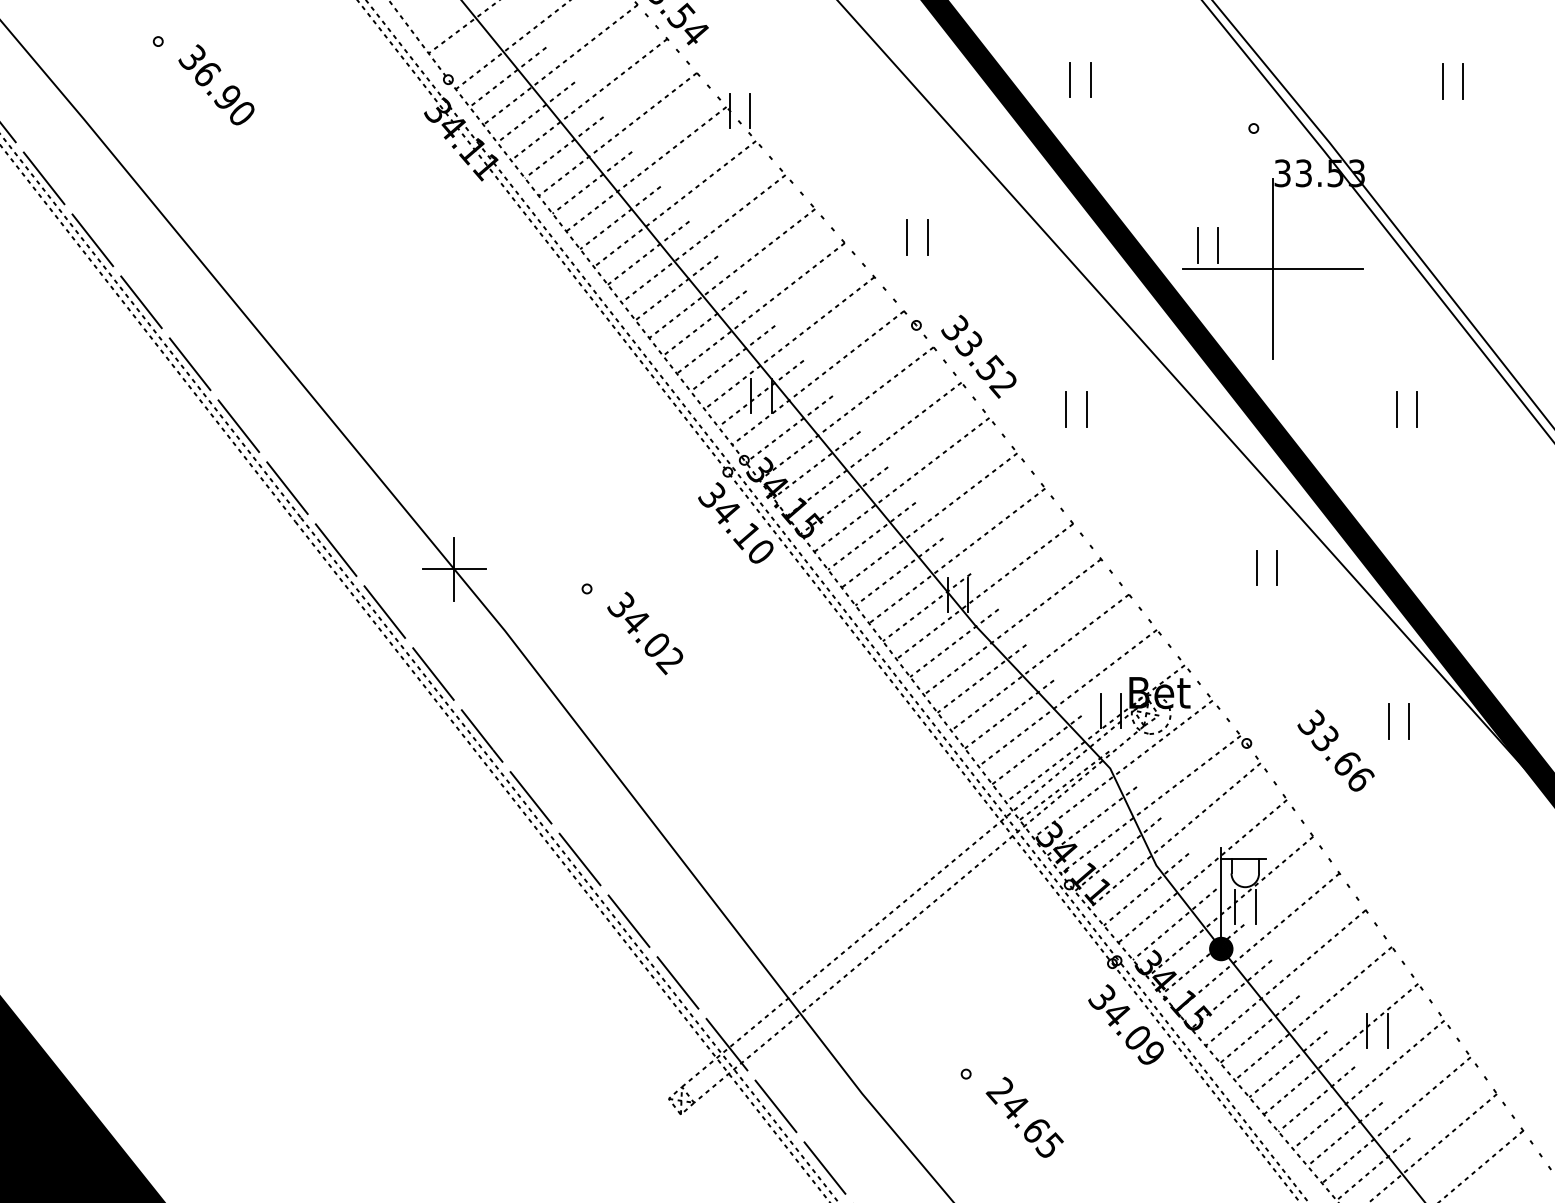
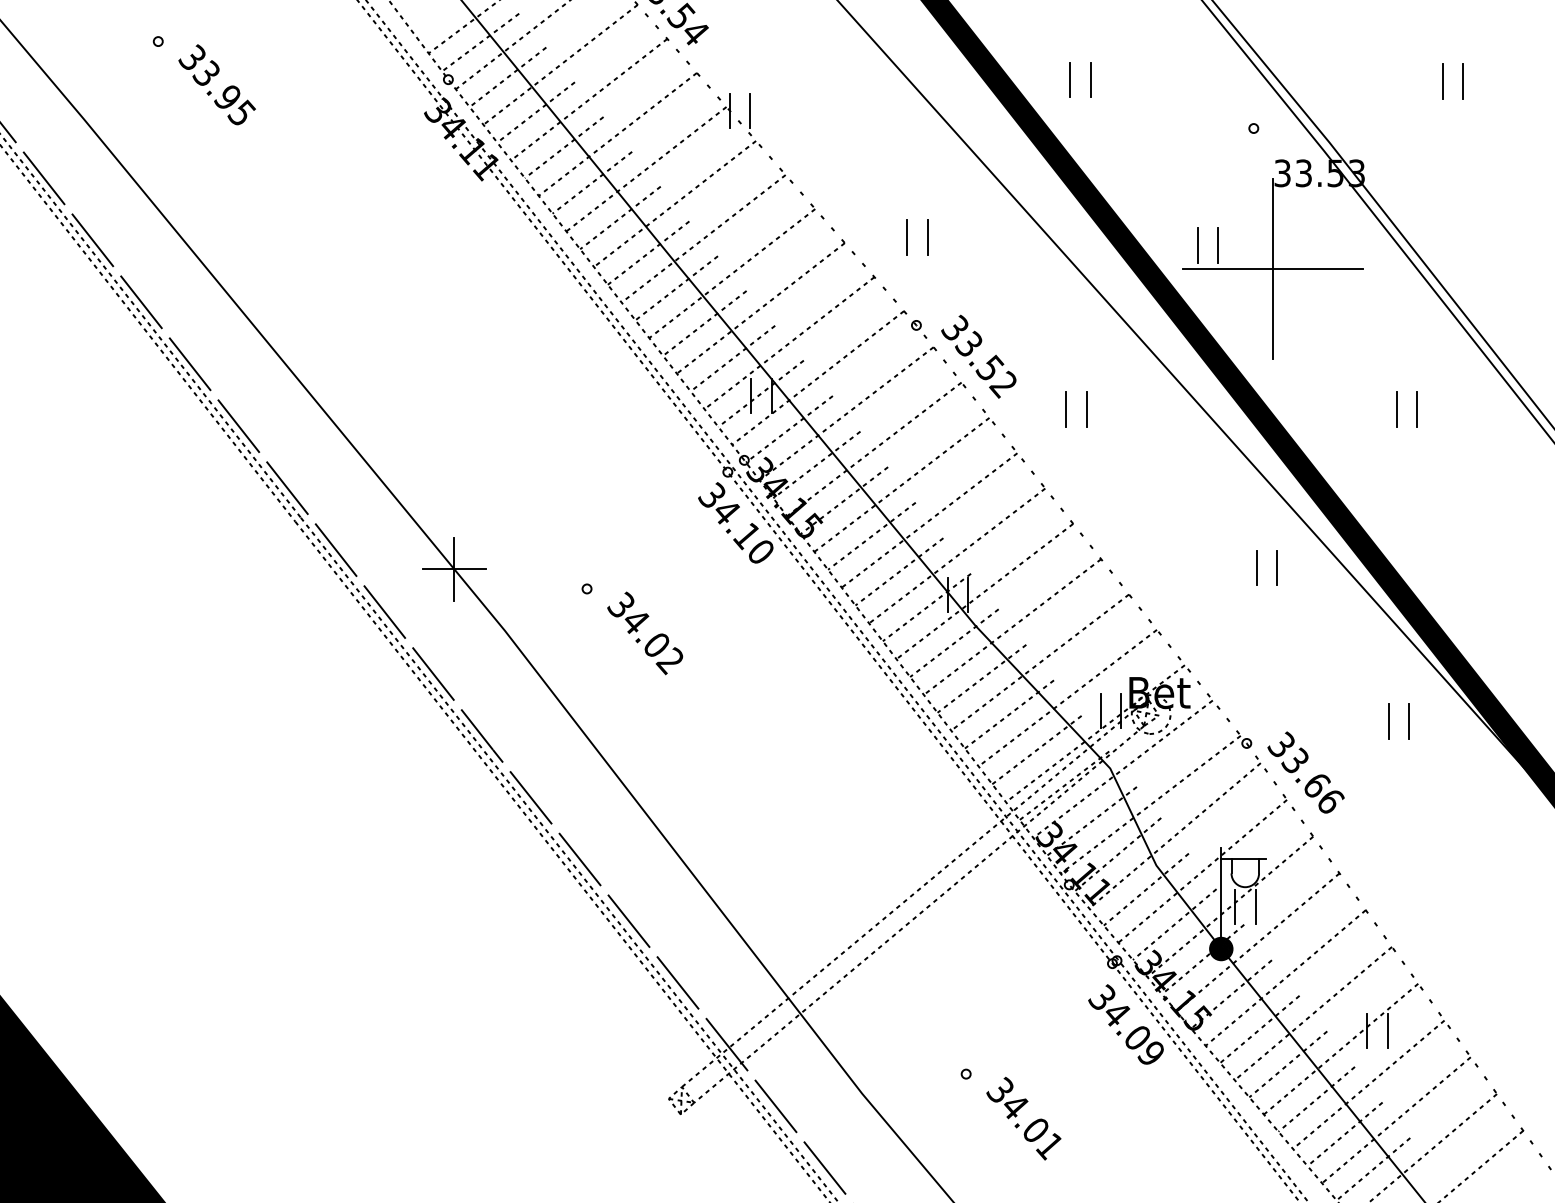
line at (480, 42): none -> present
text at (223, 92): 36.90 -> 33.95
text at (1335, 750) position: (1335, 750) -> (1305, 772)
text at (1024, 1118): 24.65 -> 34.01
